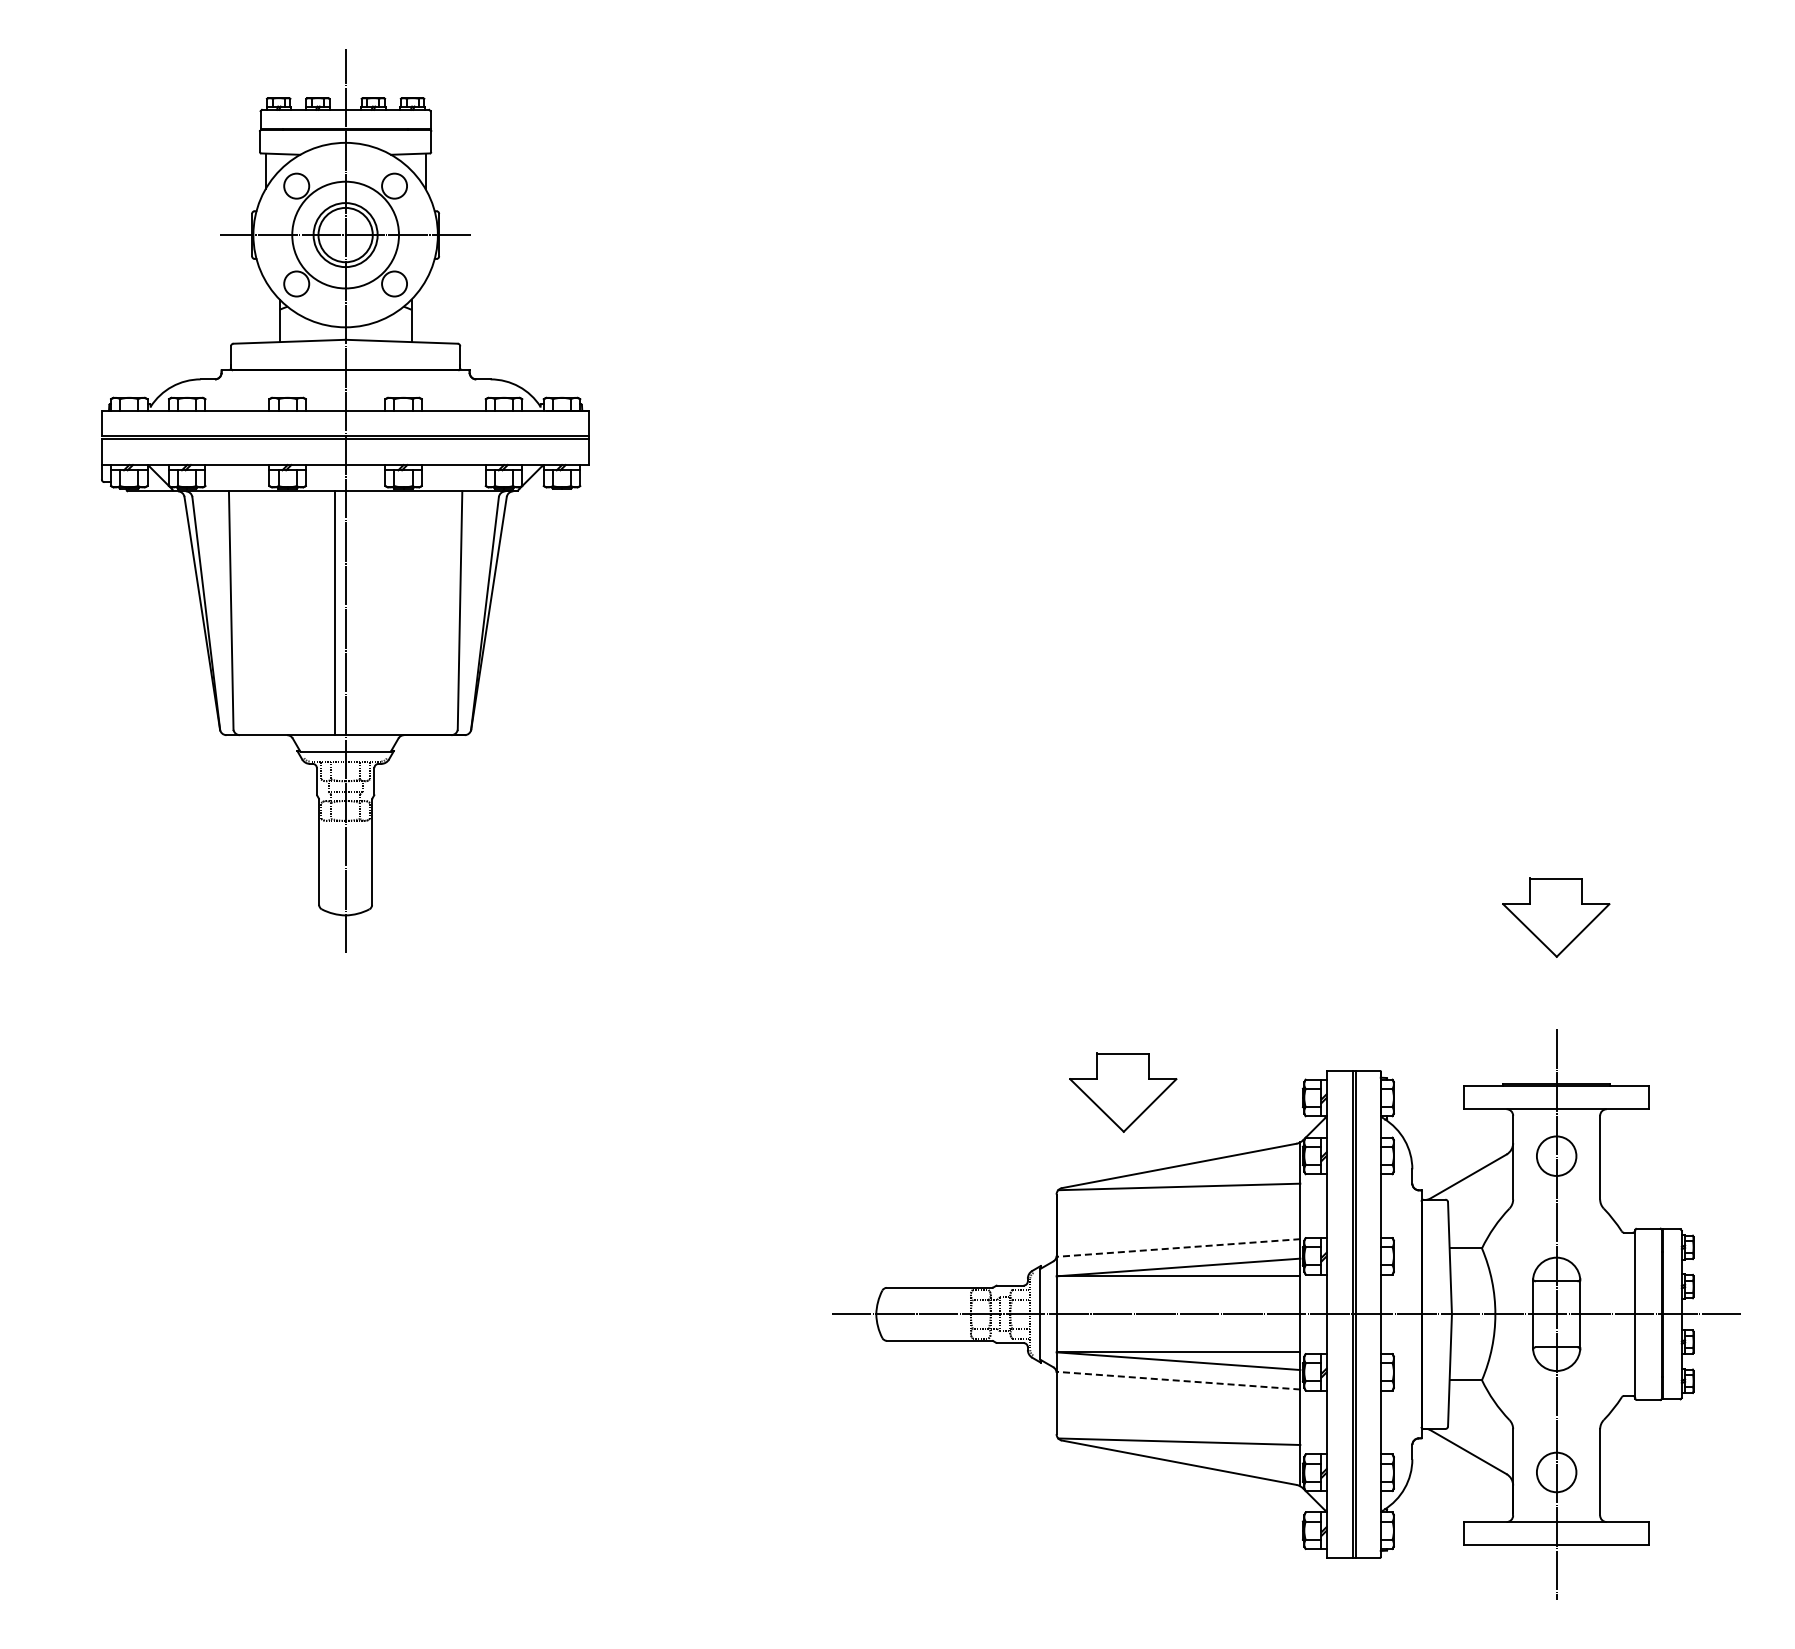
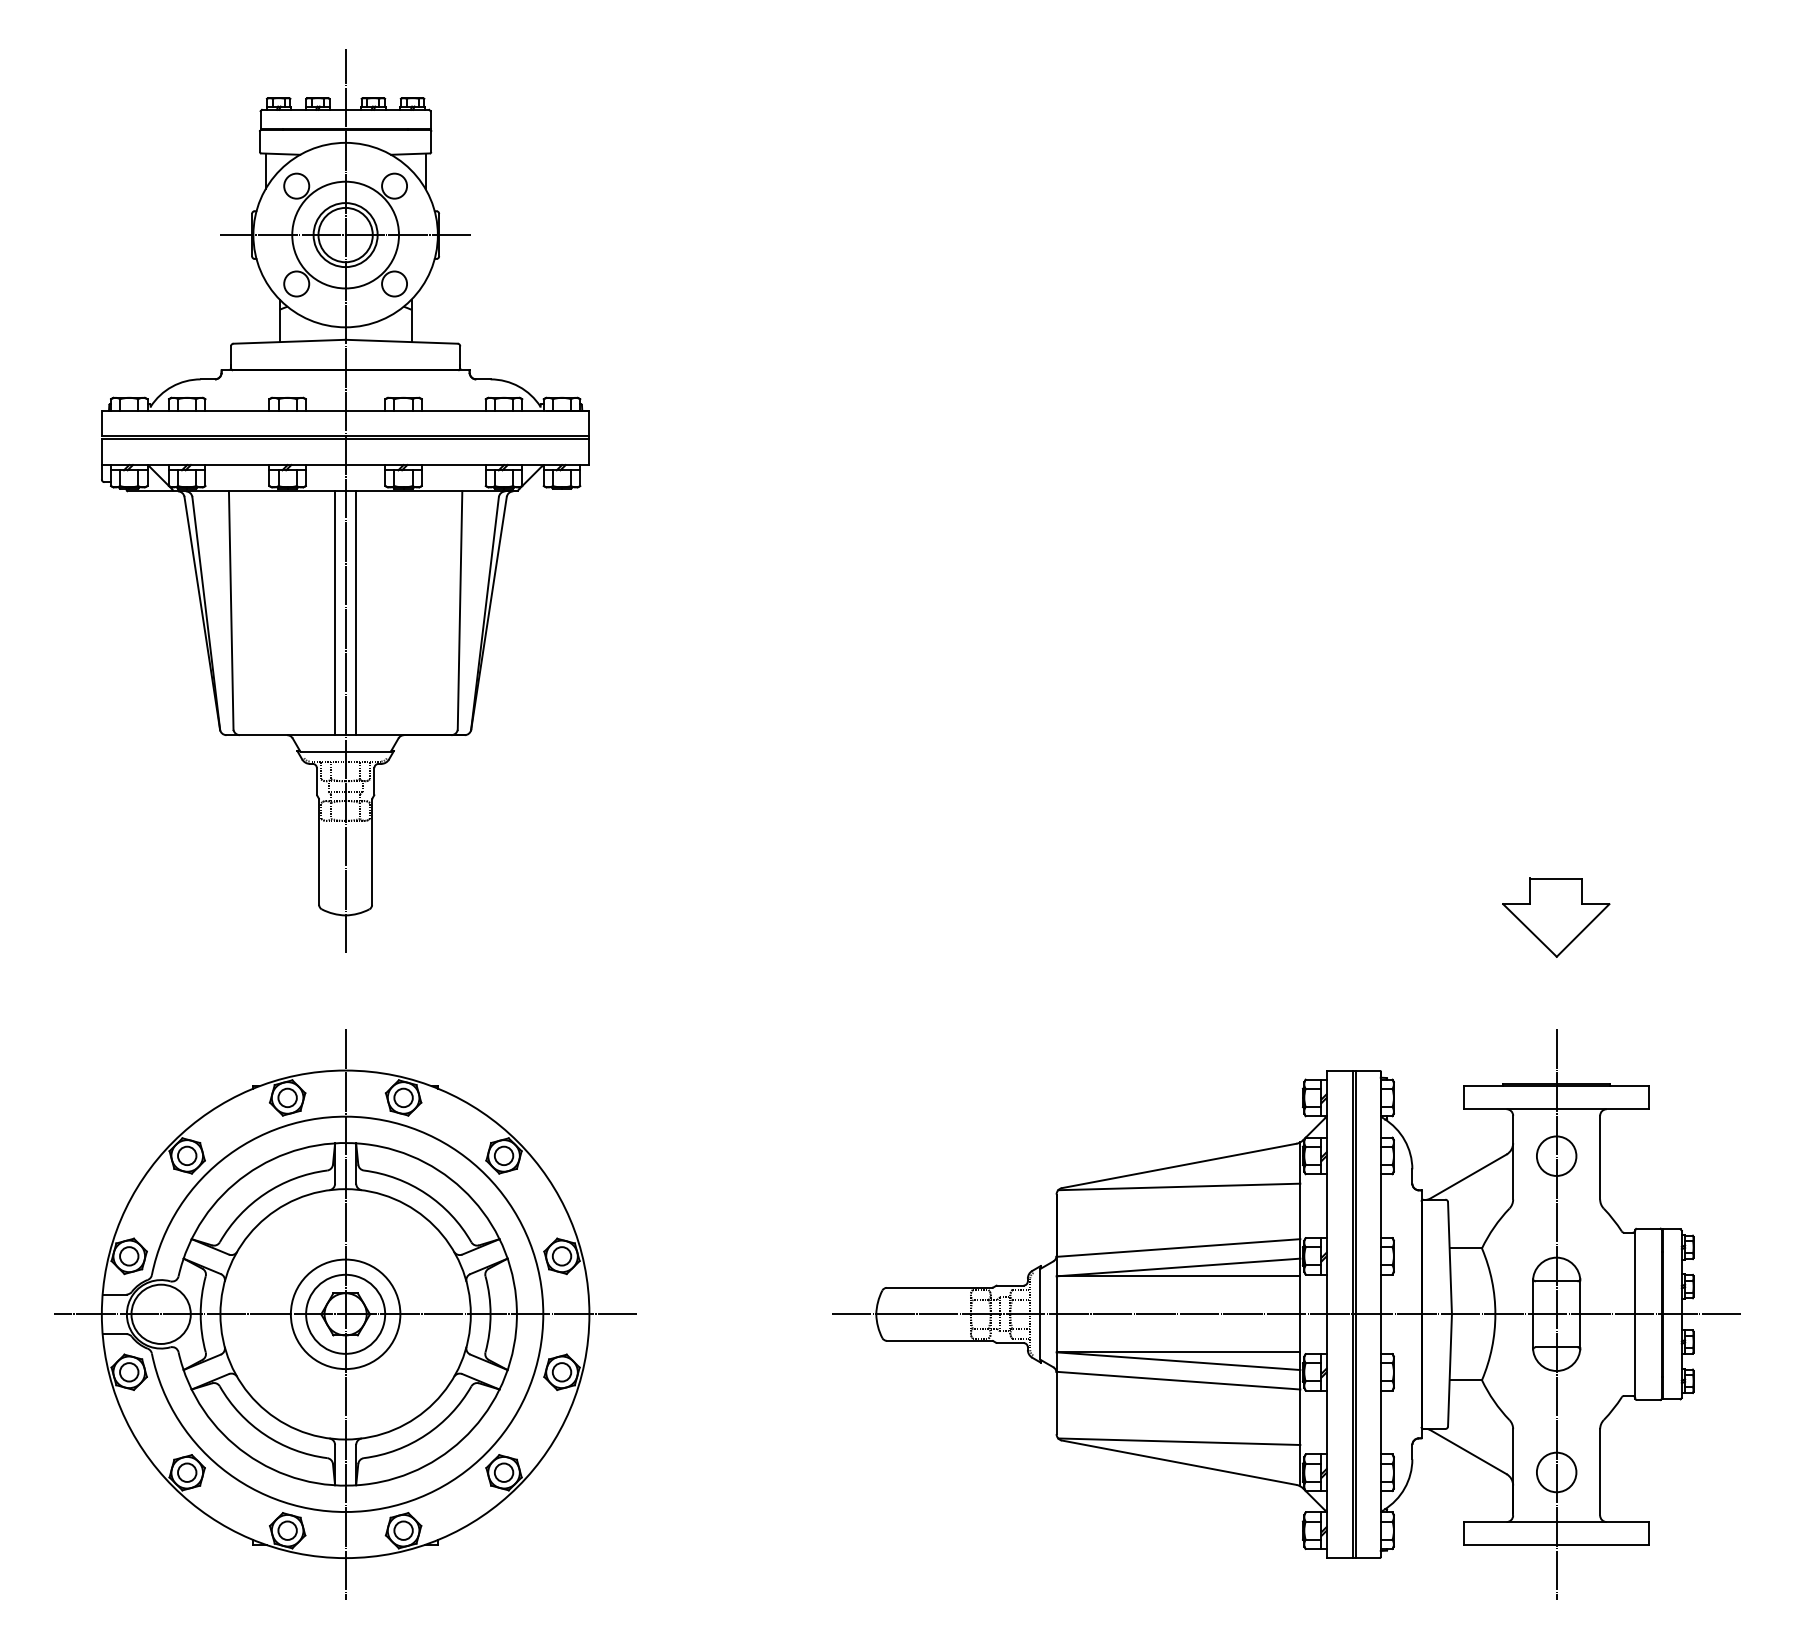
line at (356, 613): none -> present
part at (1123, 1092): present -> none
line at (1177, 1248): dashed -> solid
part at (345, 1314): none -> present
line at (1177, 1380): dashed -> solid
